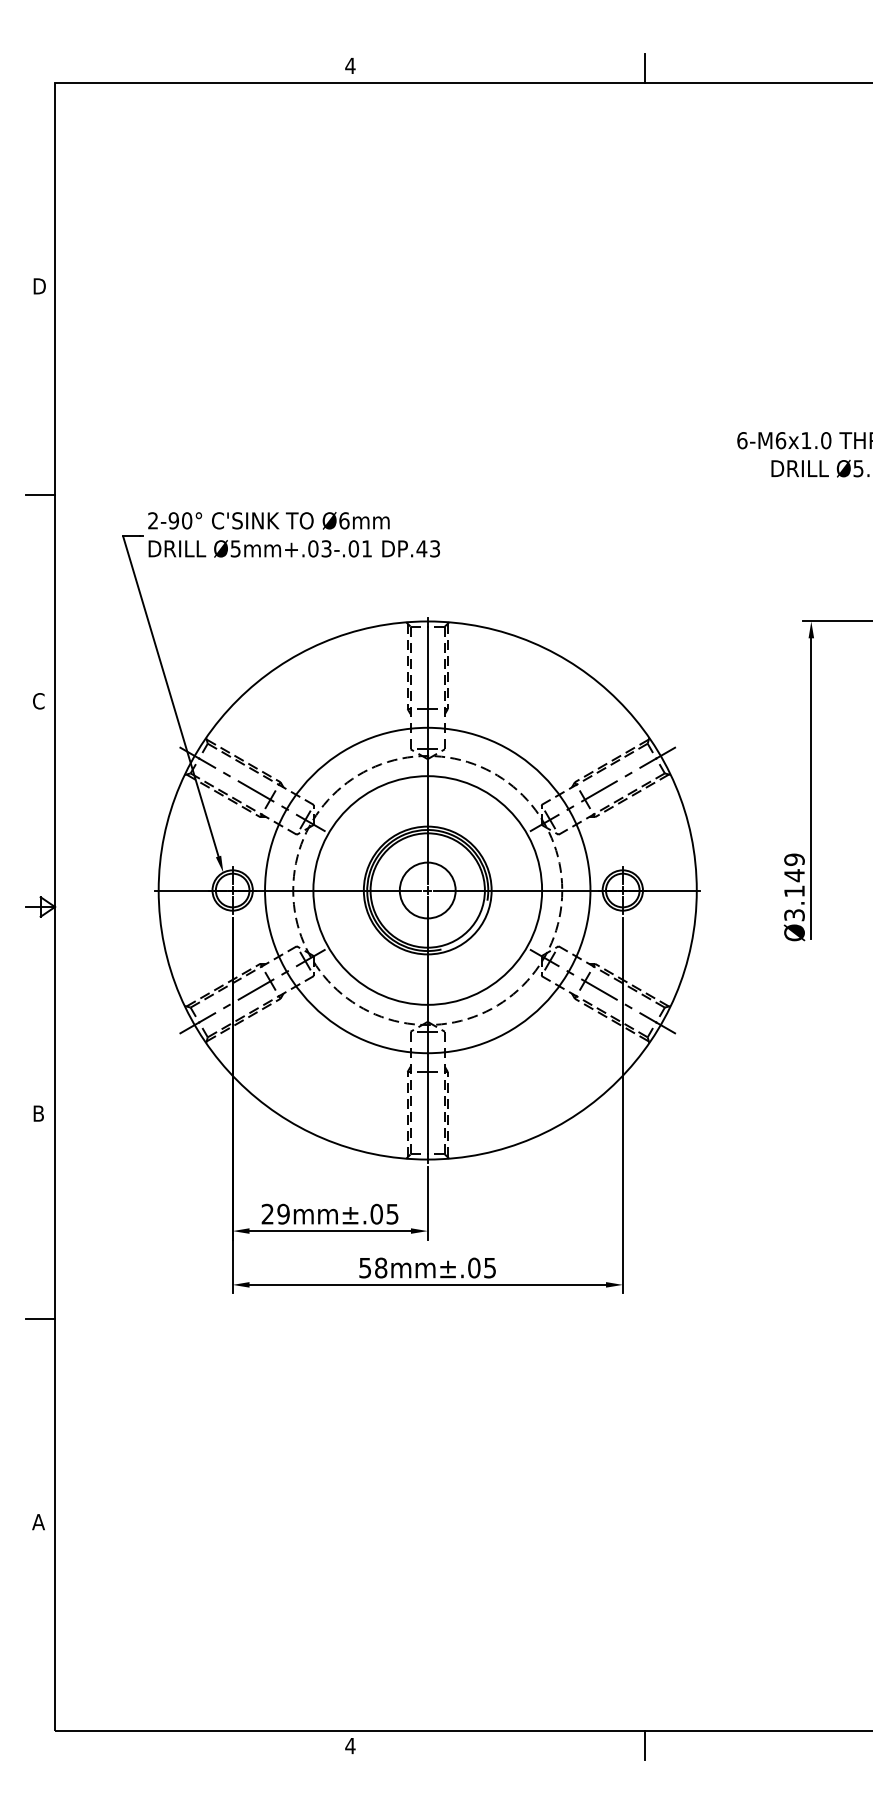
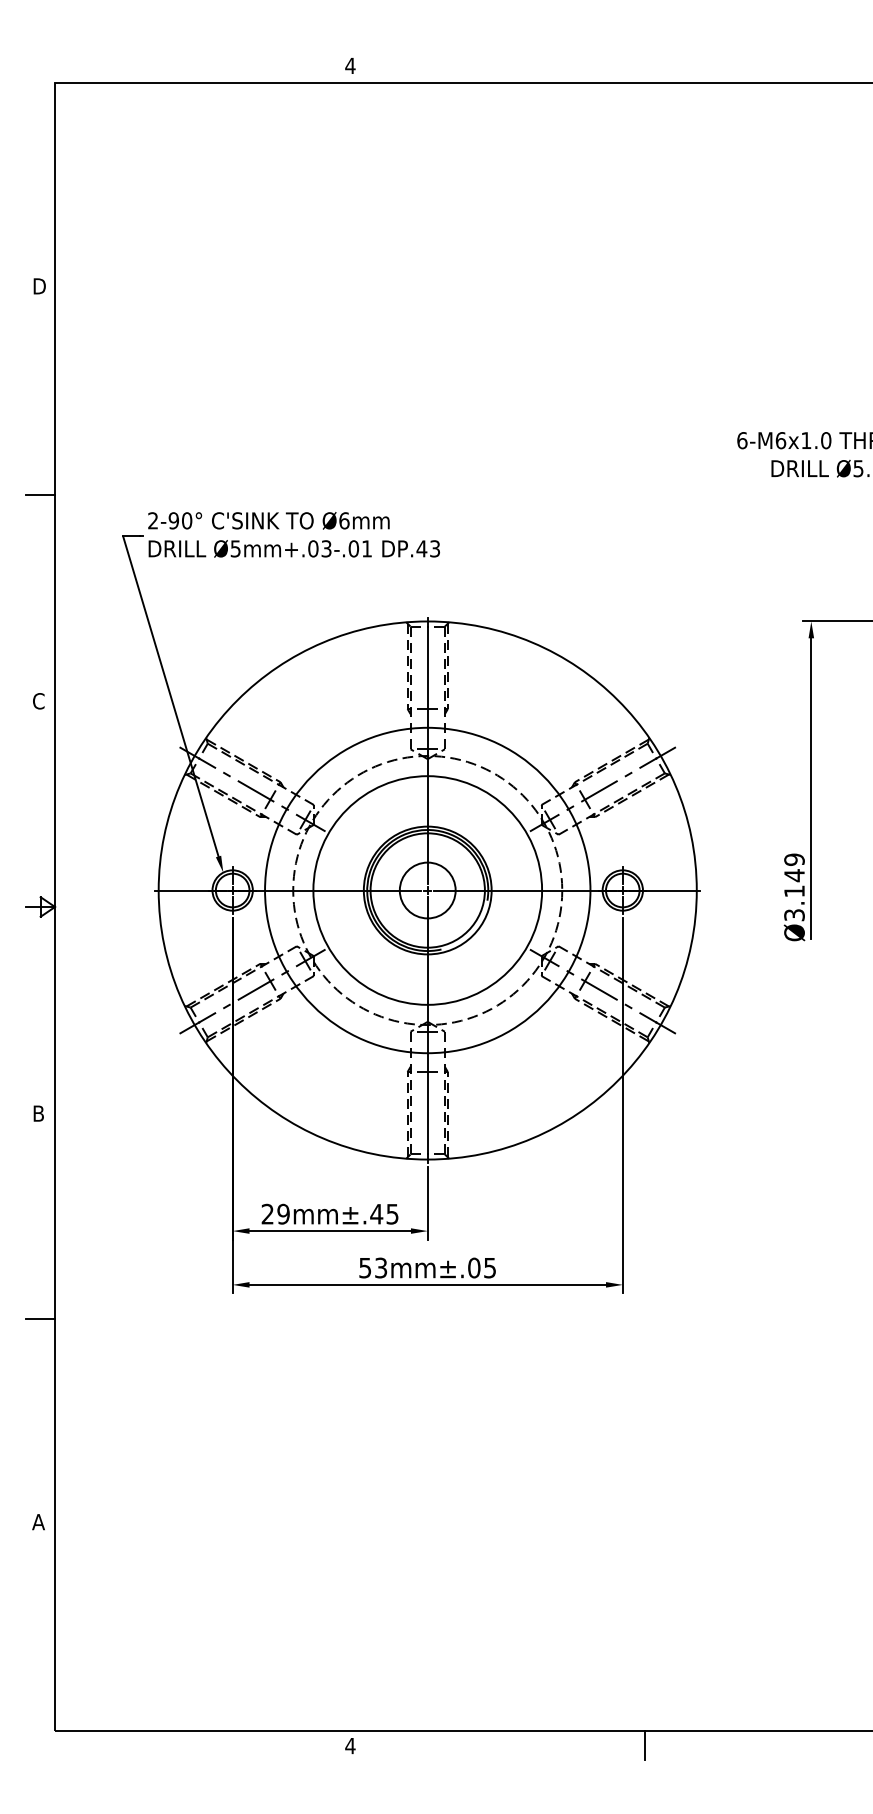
line at (645, 68): present -> none
text at (376, 1213): 29mm±.05 -> 29mm±.45
text at (381, 1267): 58mm±.05 -> 53mm±.05
